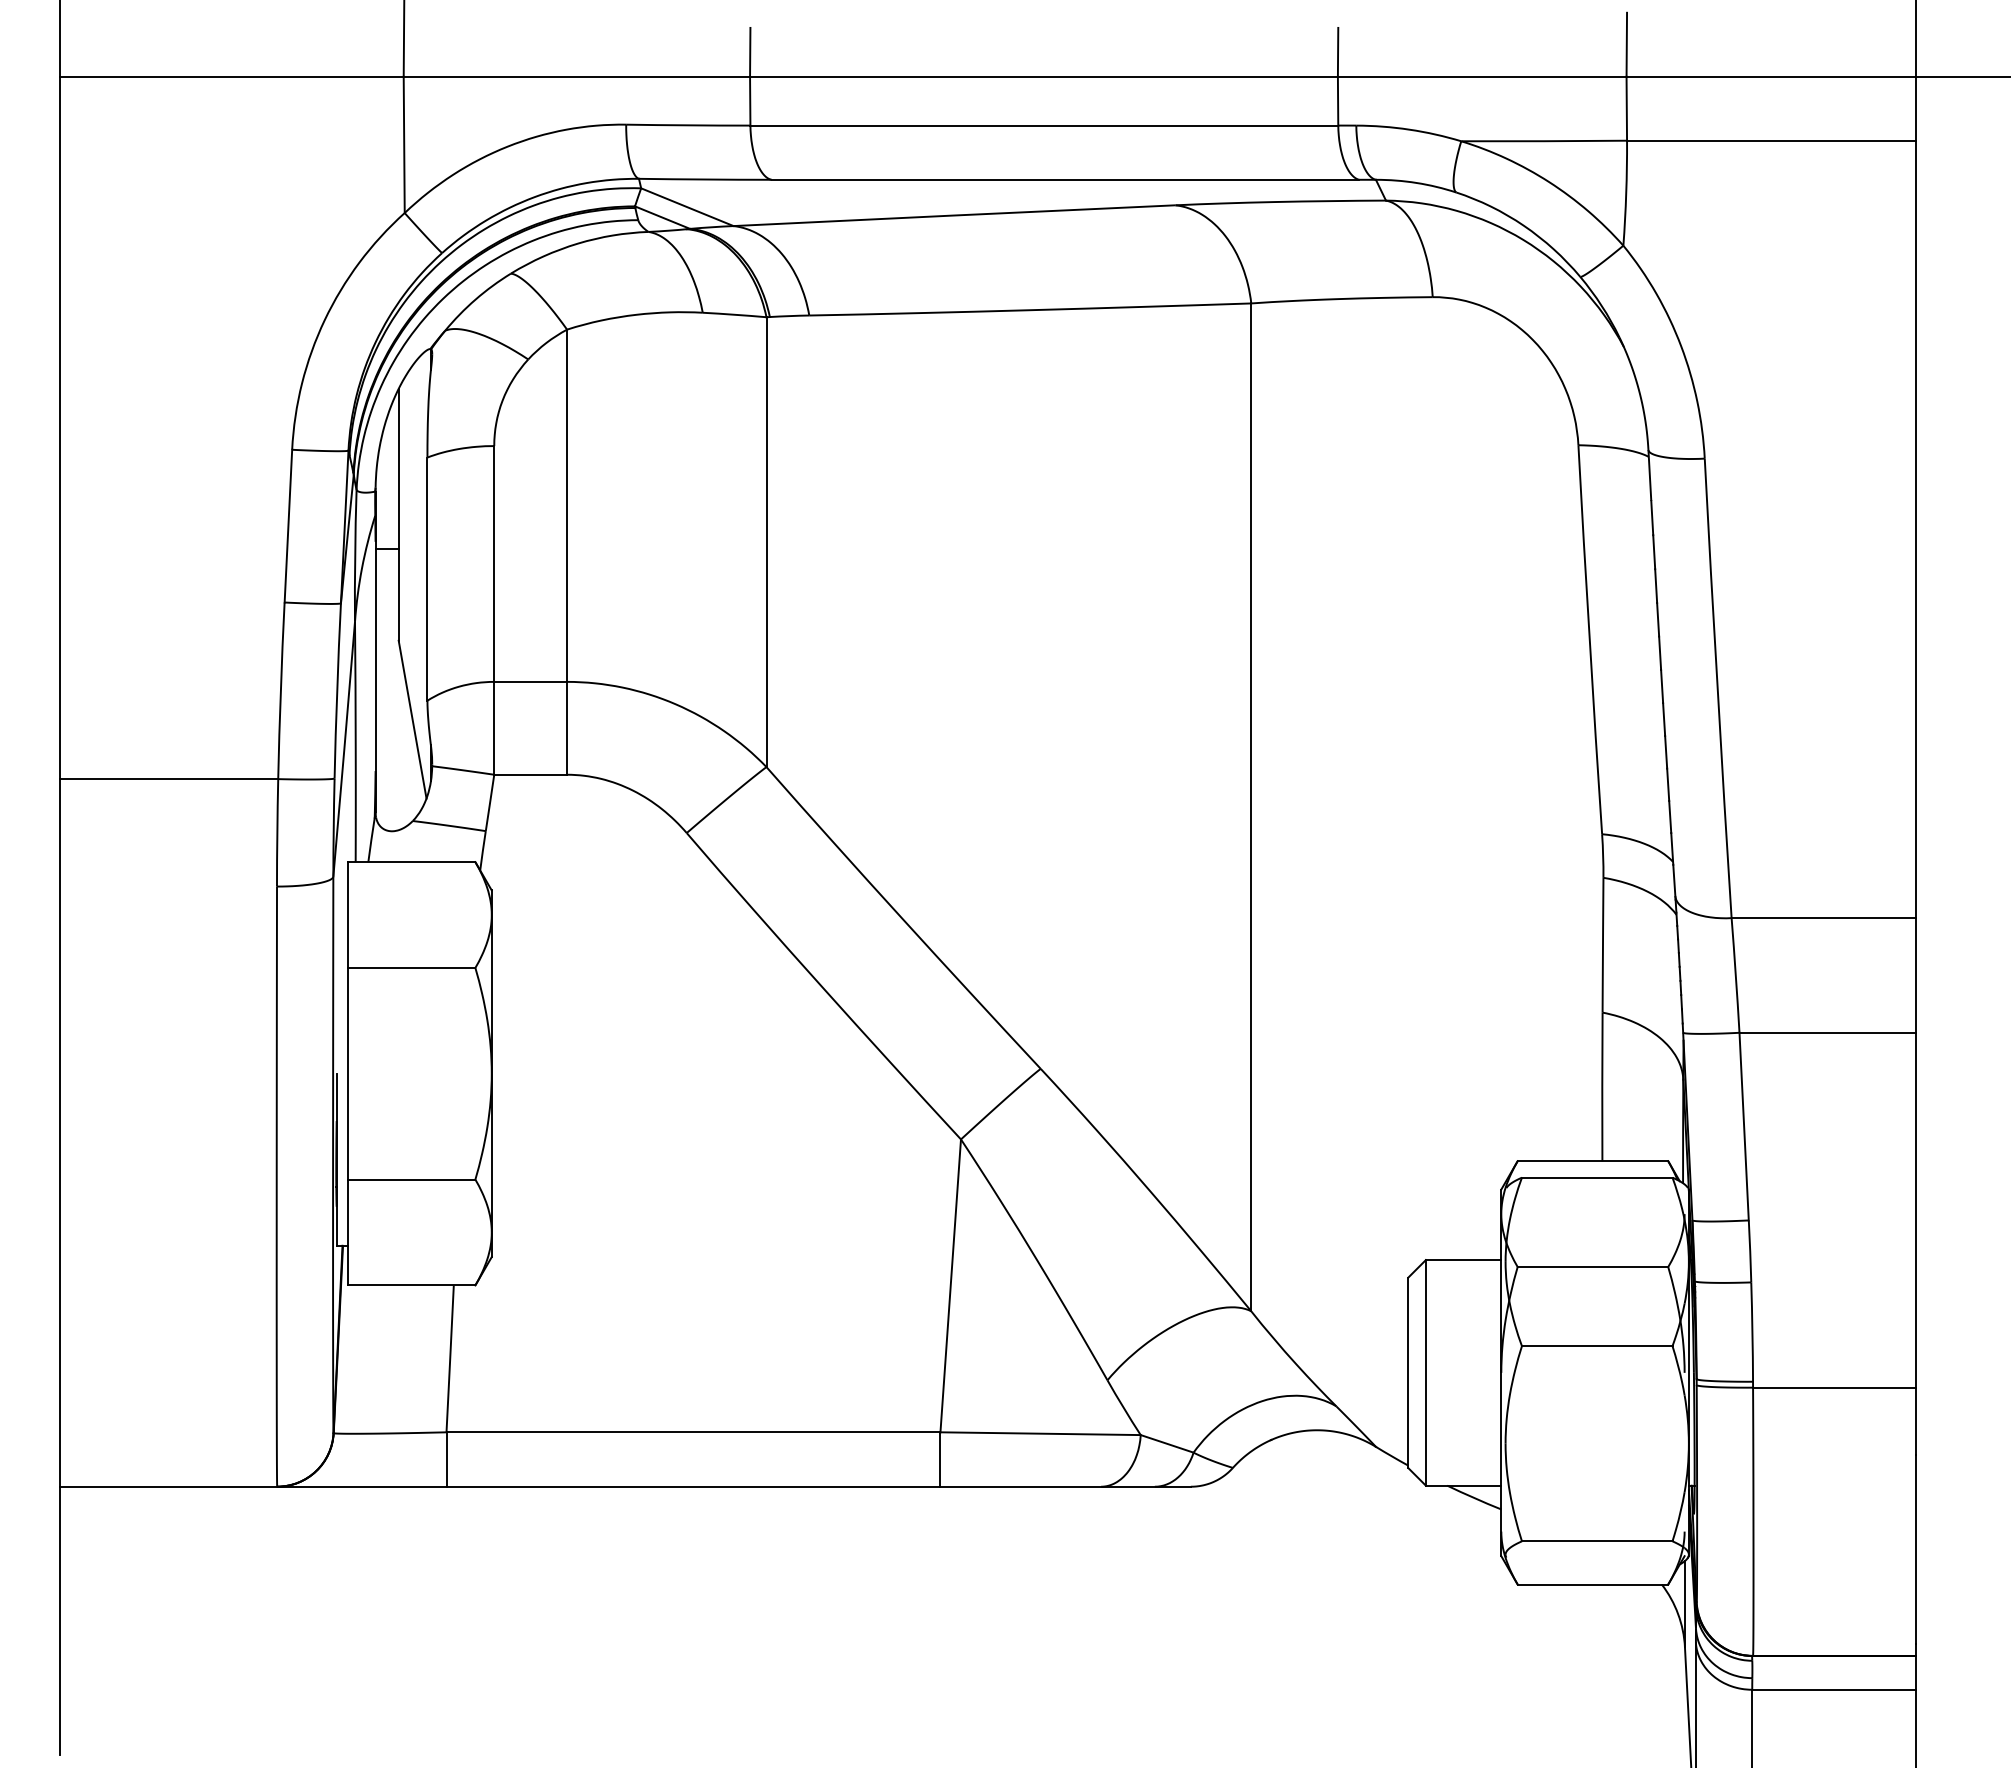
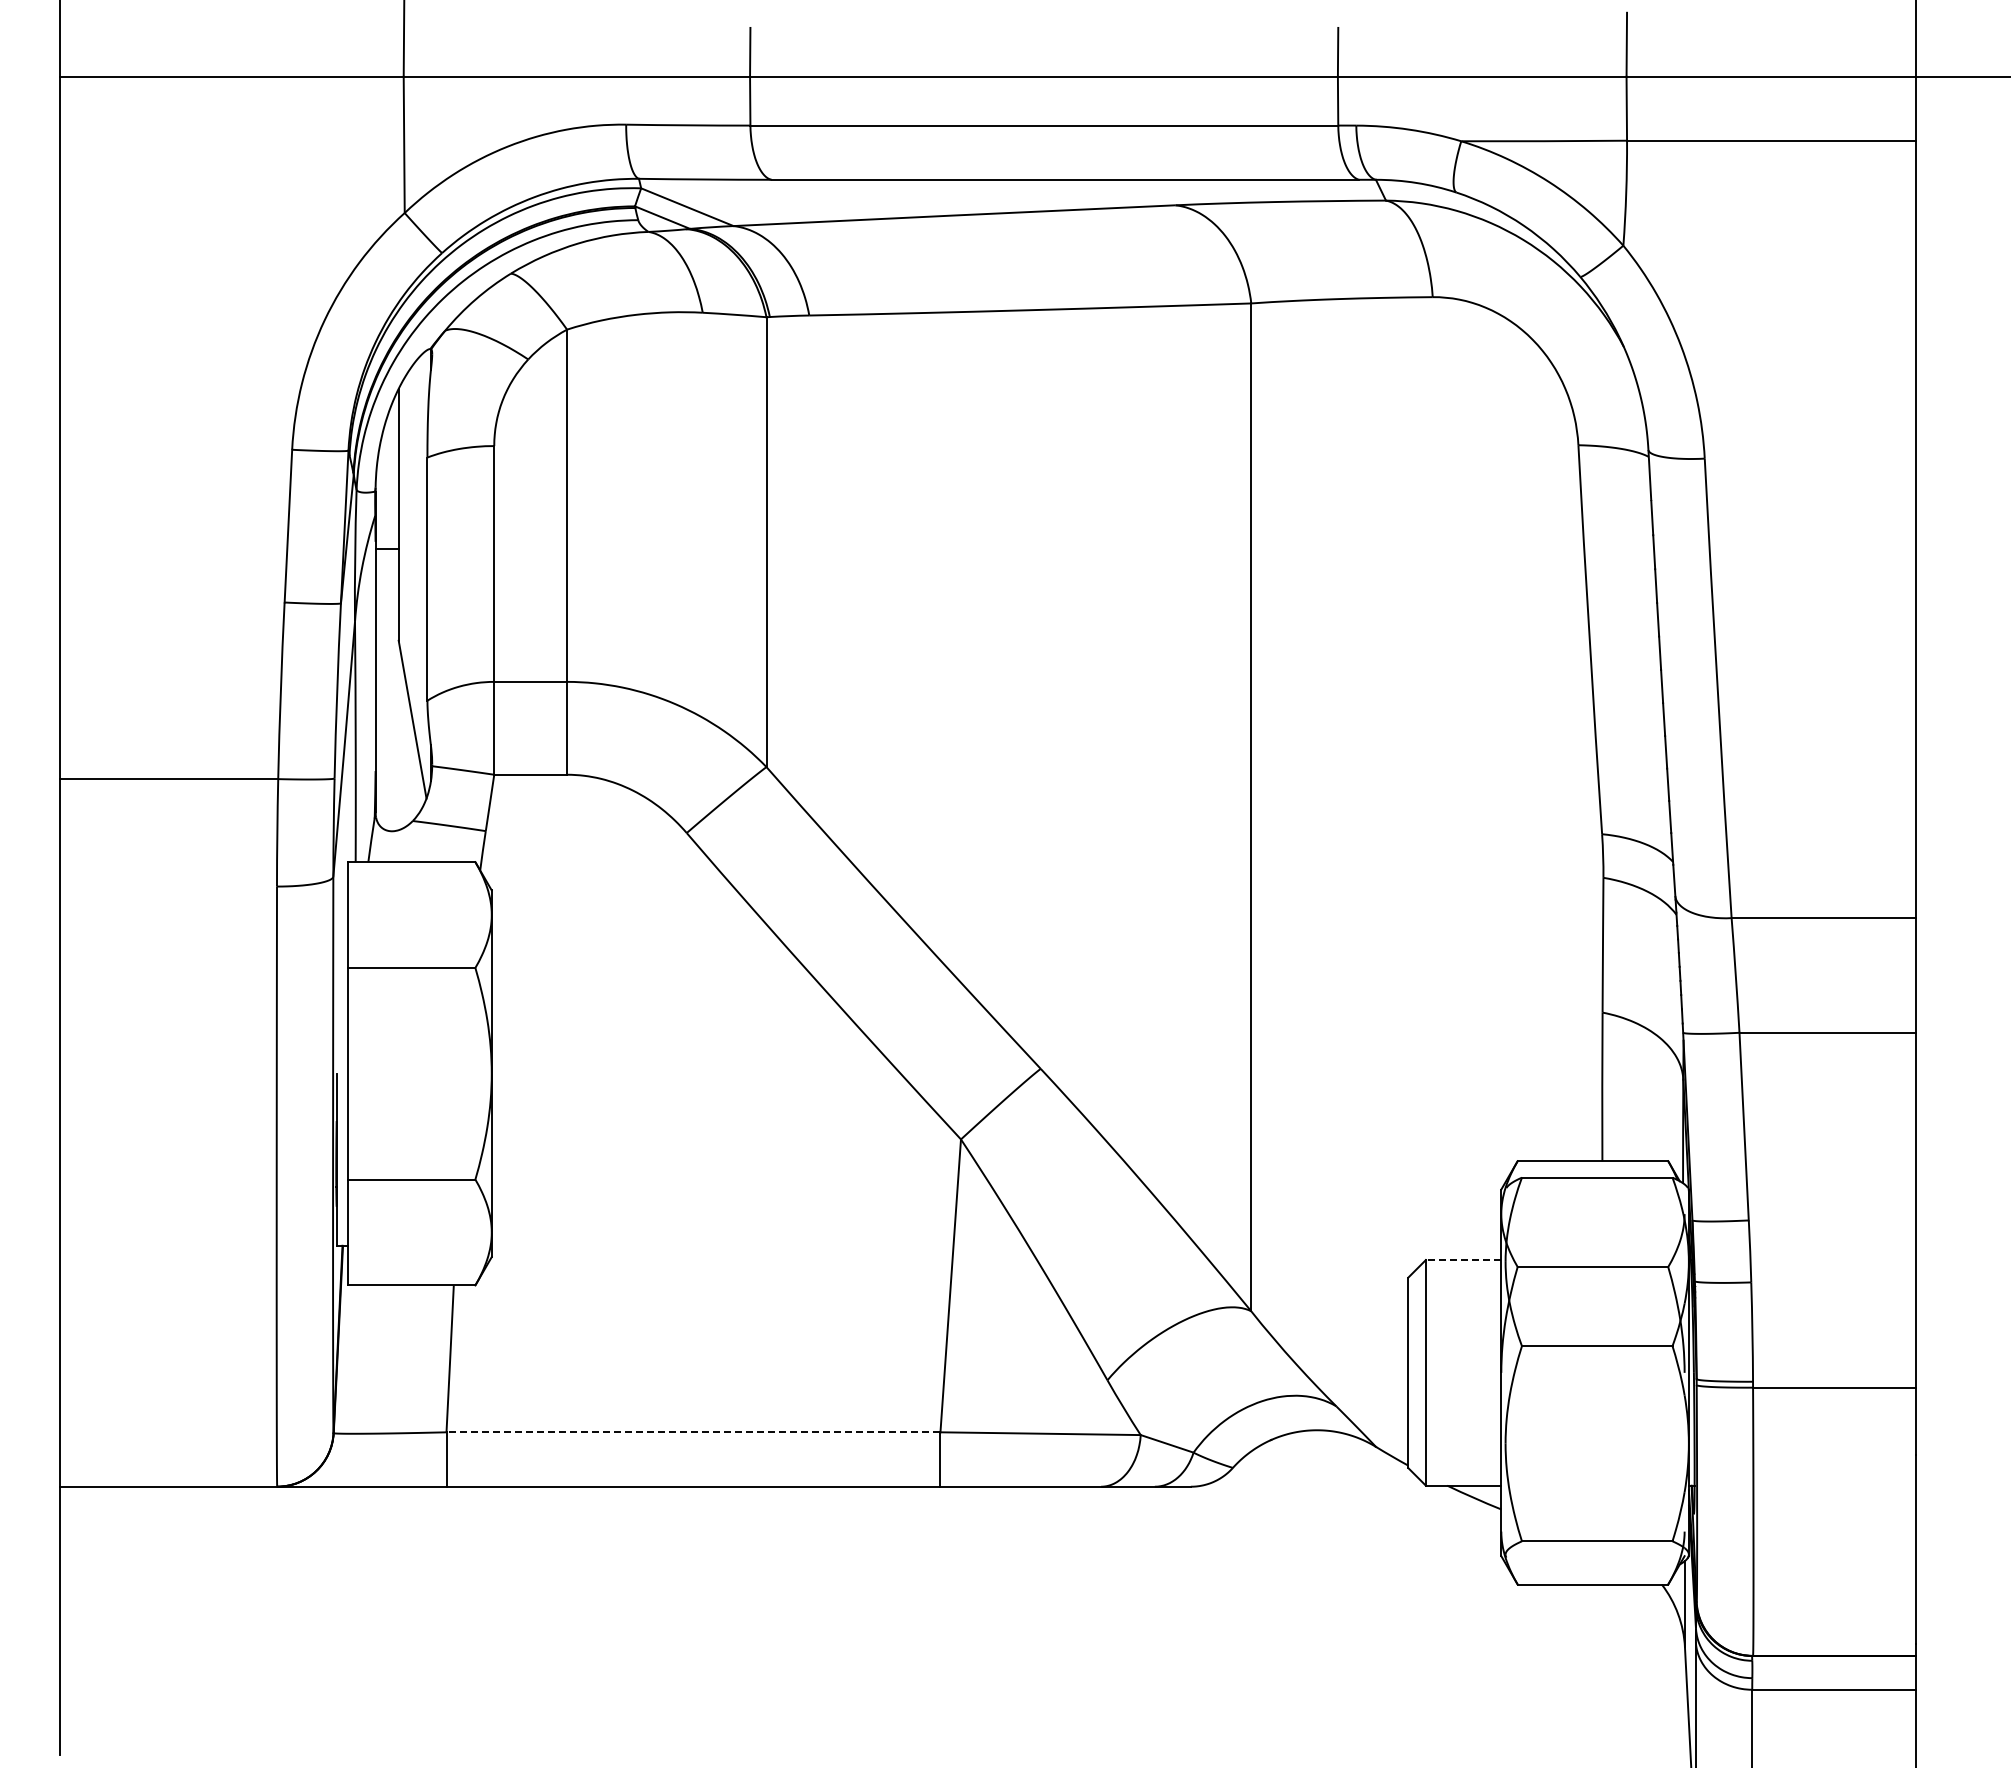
line at (1463, 1260): solid -> dashed
line at (693, 1432): solid -> dashed
